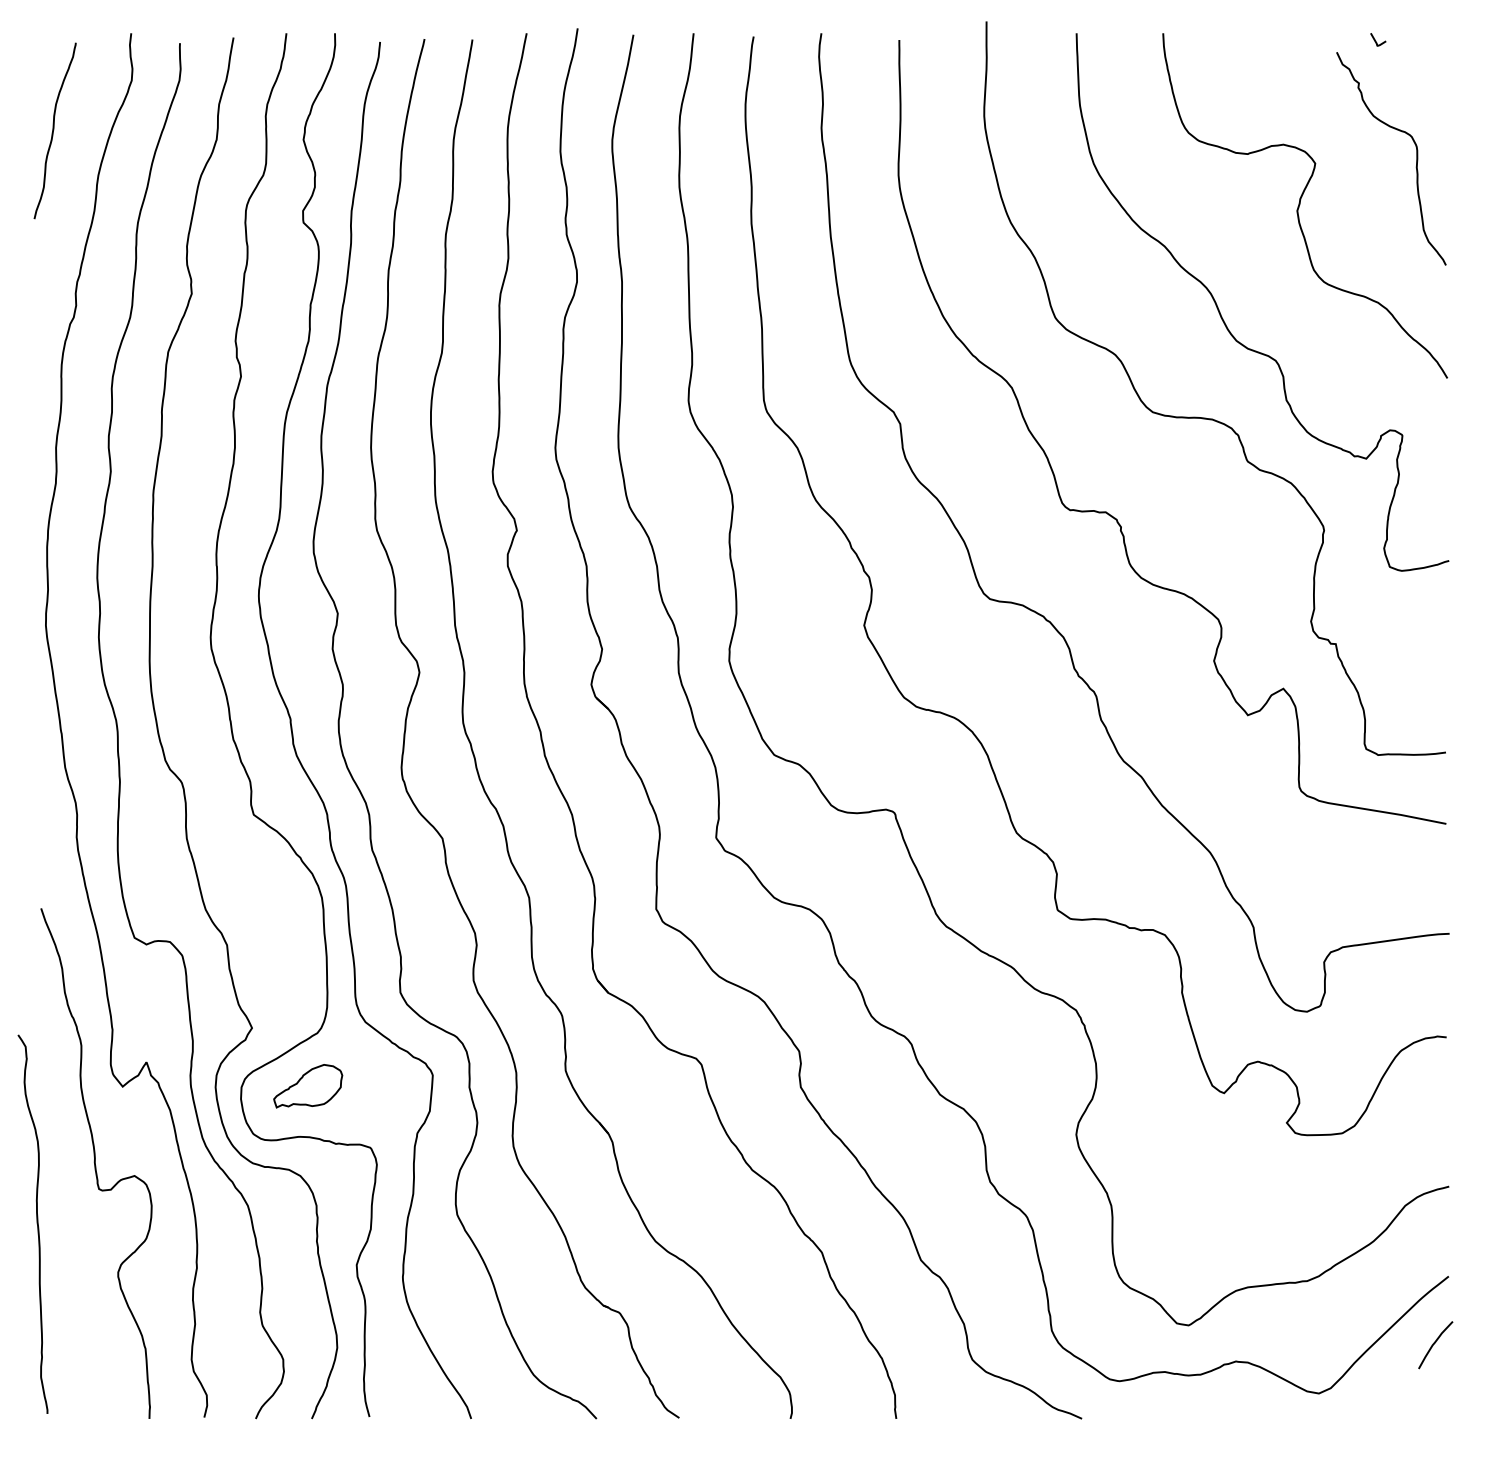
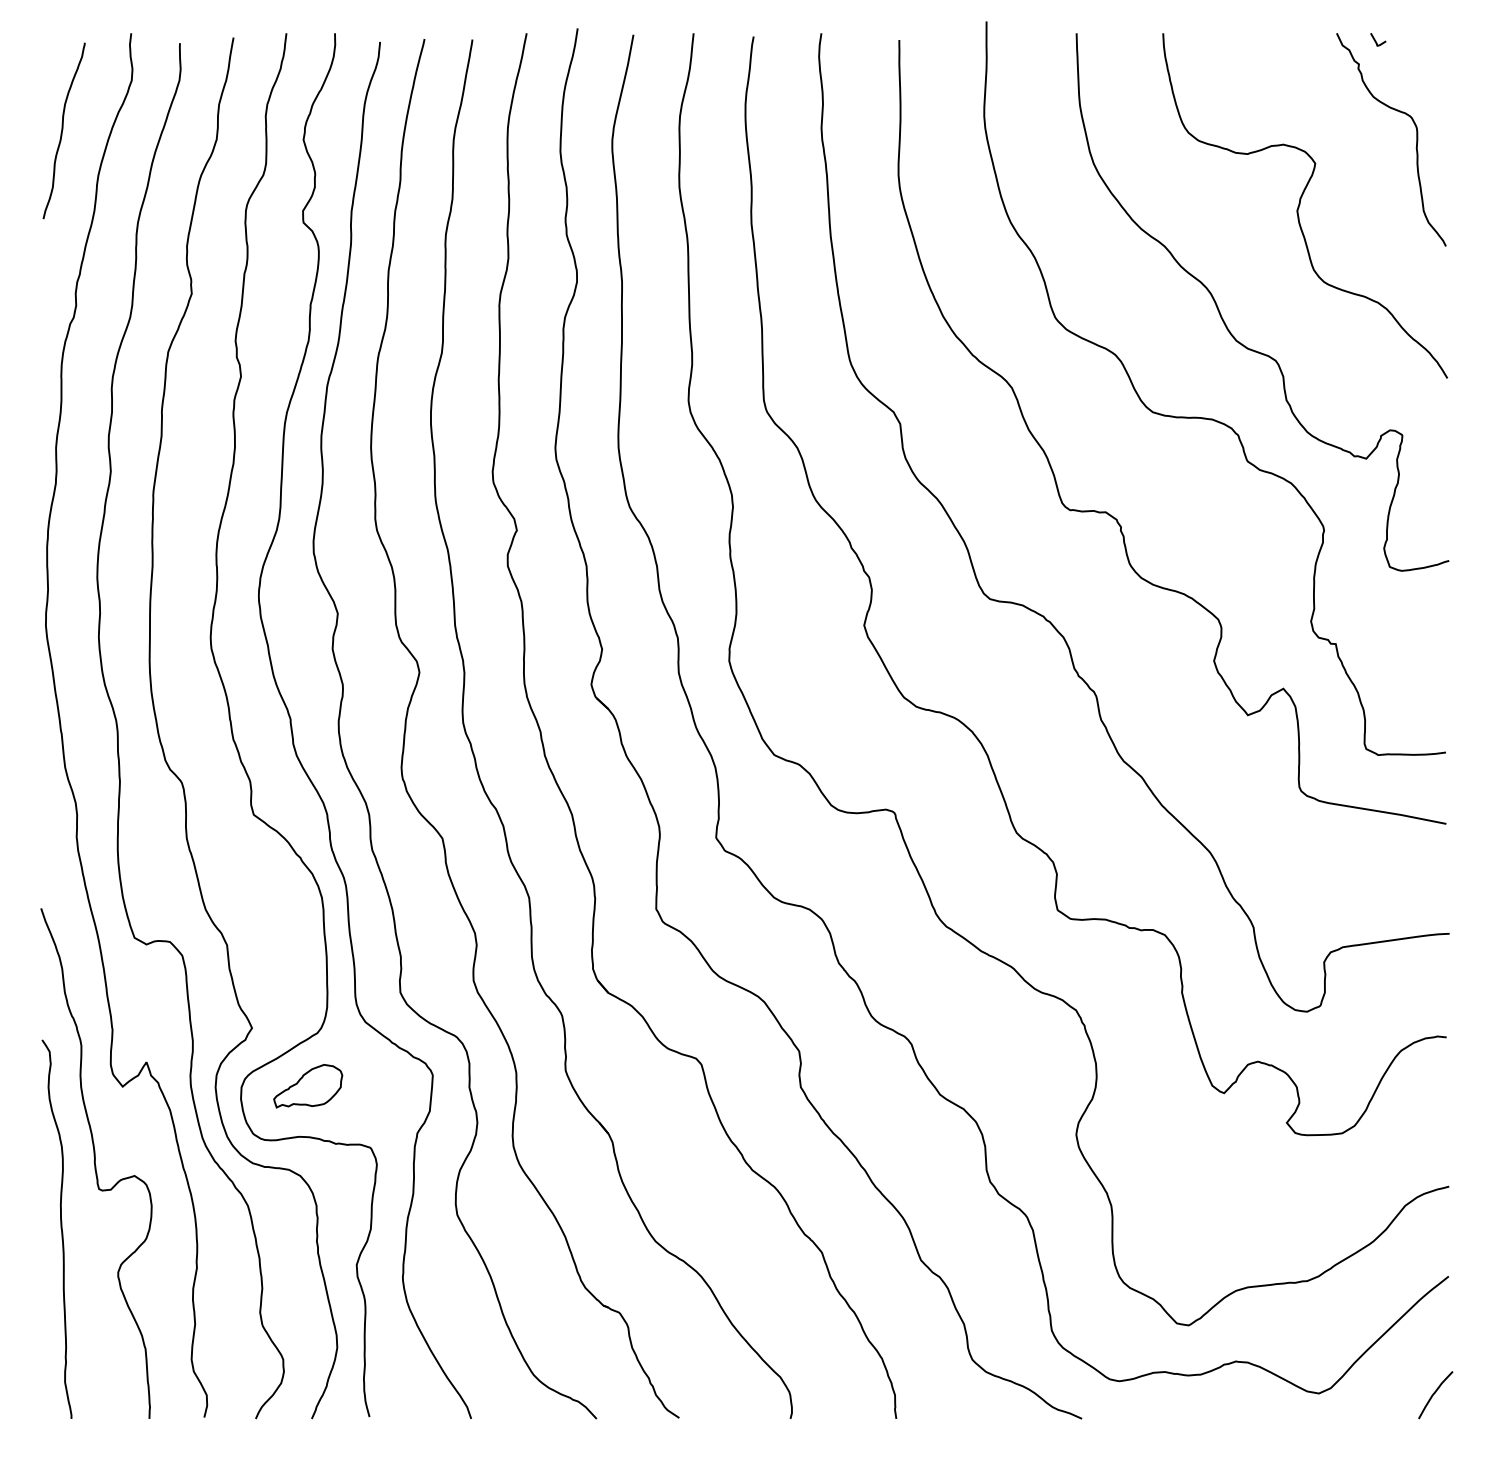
curve at (54, 130) position: (54, 130) -> (63, 130)
curve at (1416, 158) position: (1416, 158) -> (1416, 139)
curve at (36, 1223) position: (36, 1223) -> (60, 1228)
curve at (1434, 1344) position: (1434, 1344) -> (1434, 1394)
